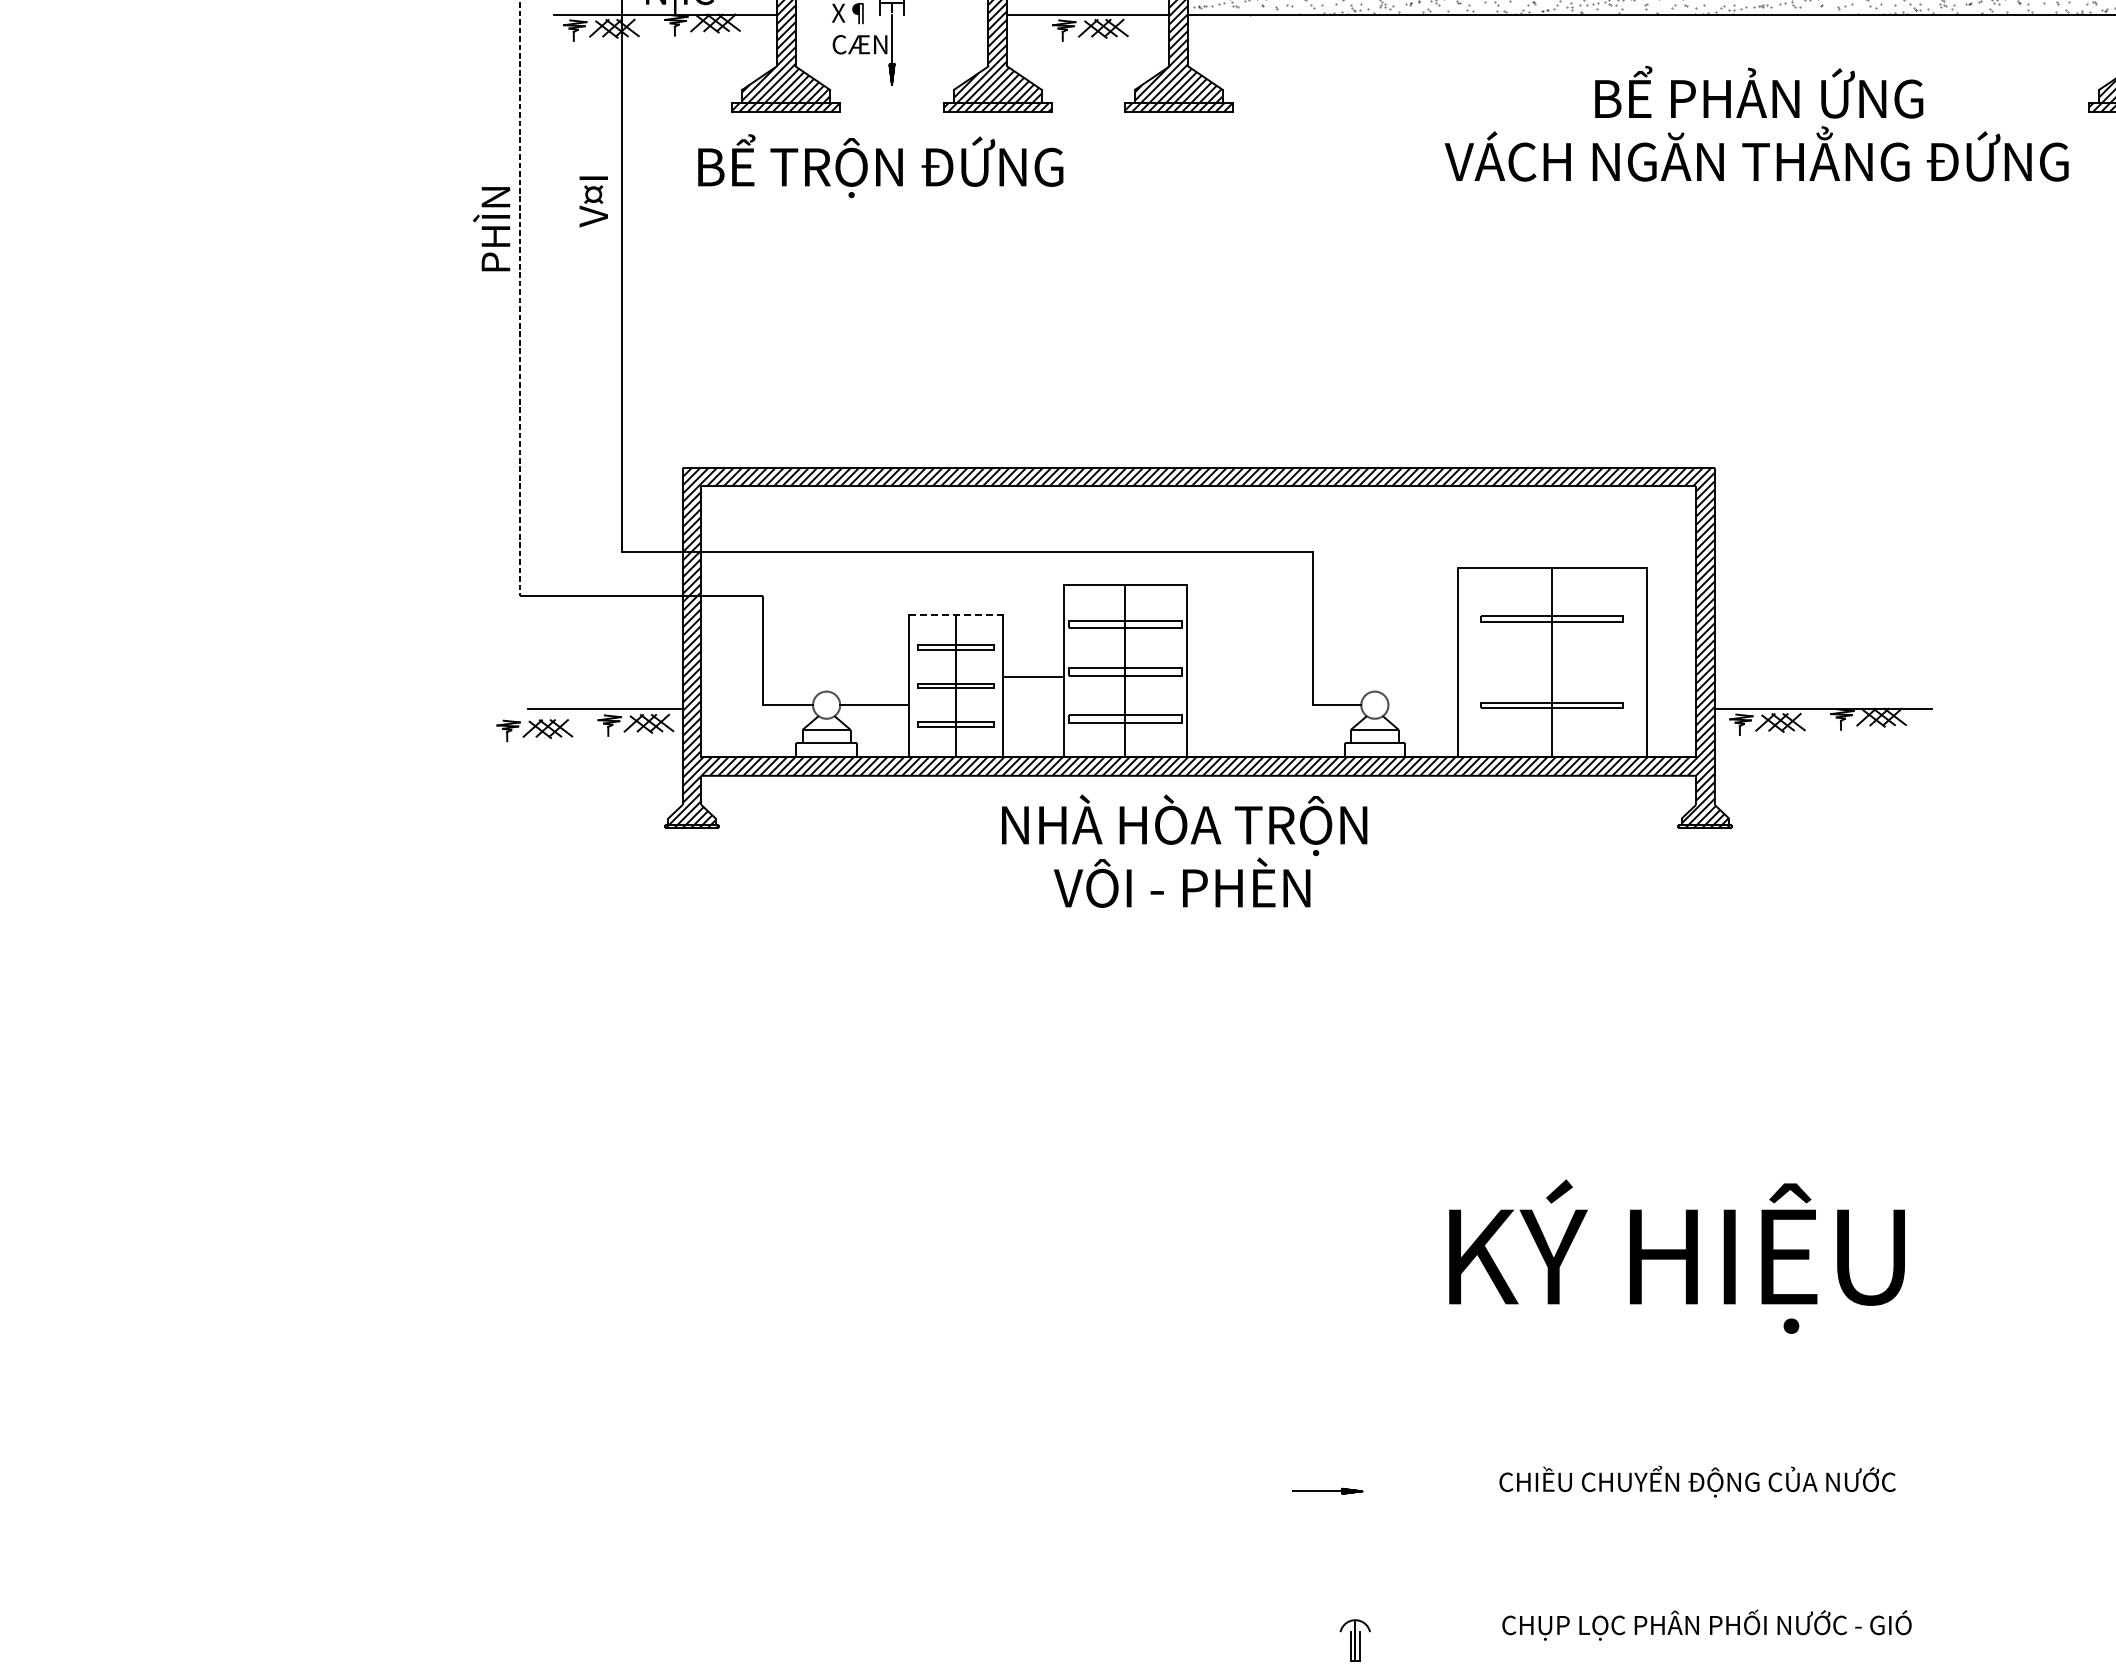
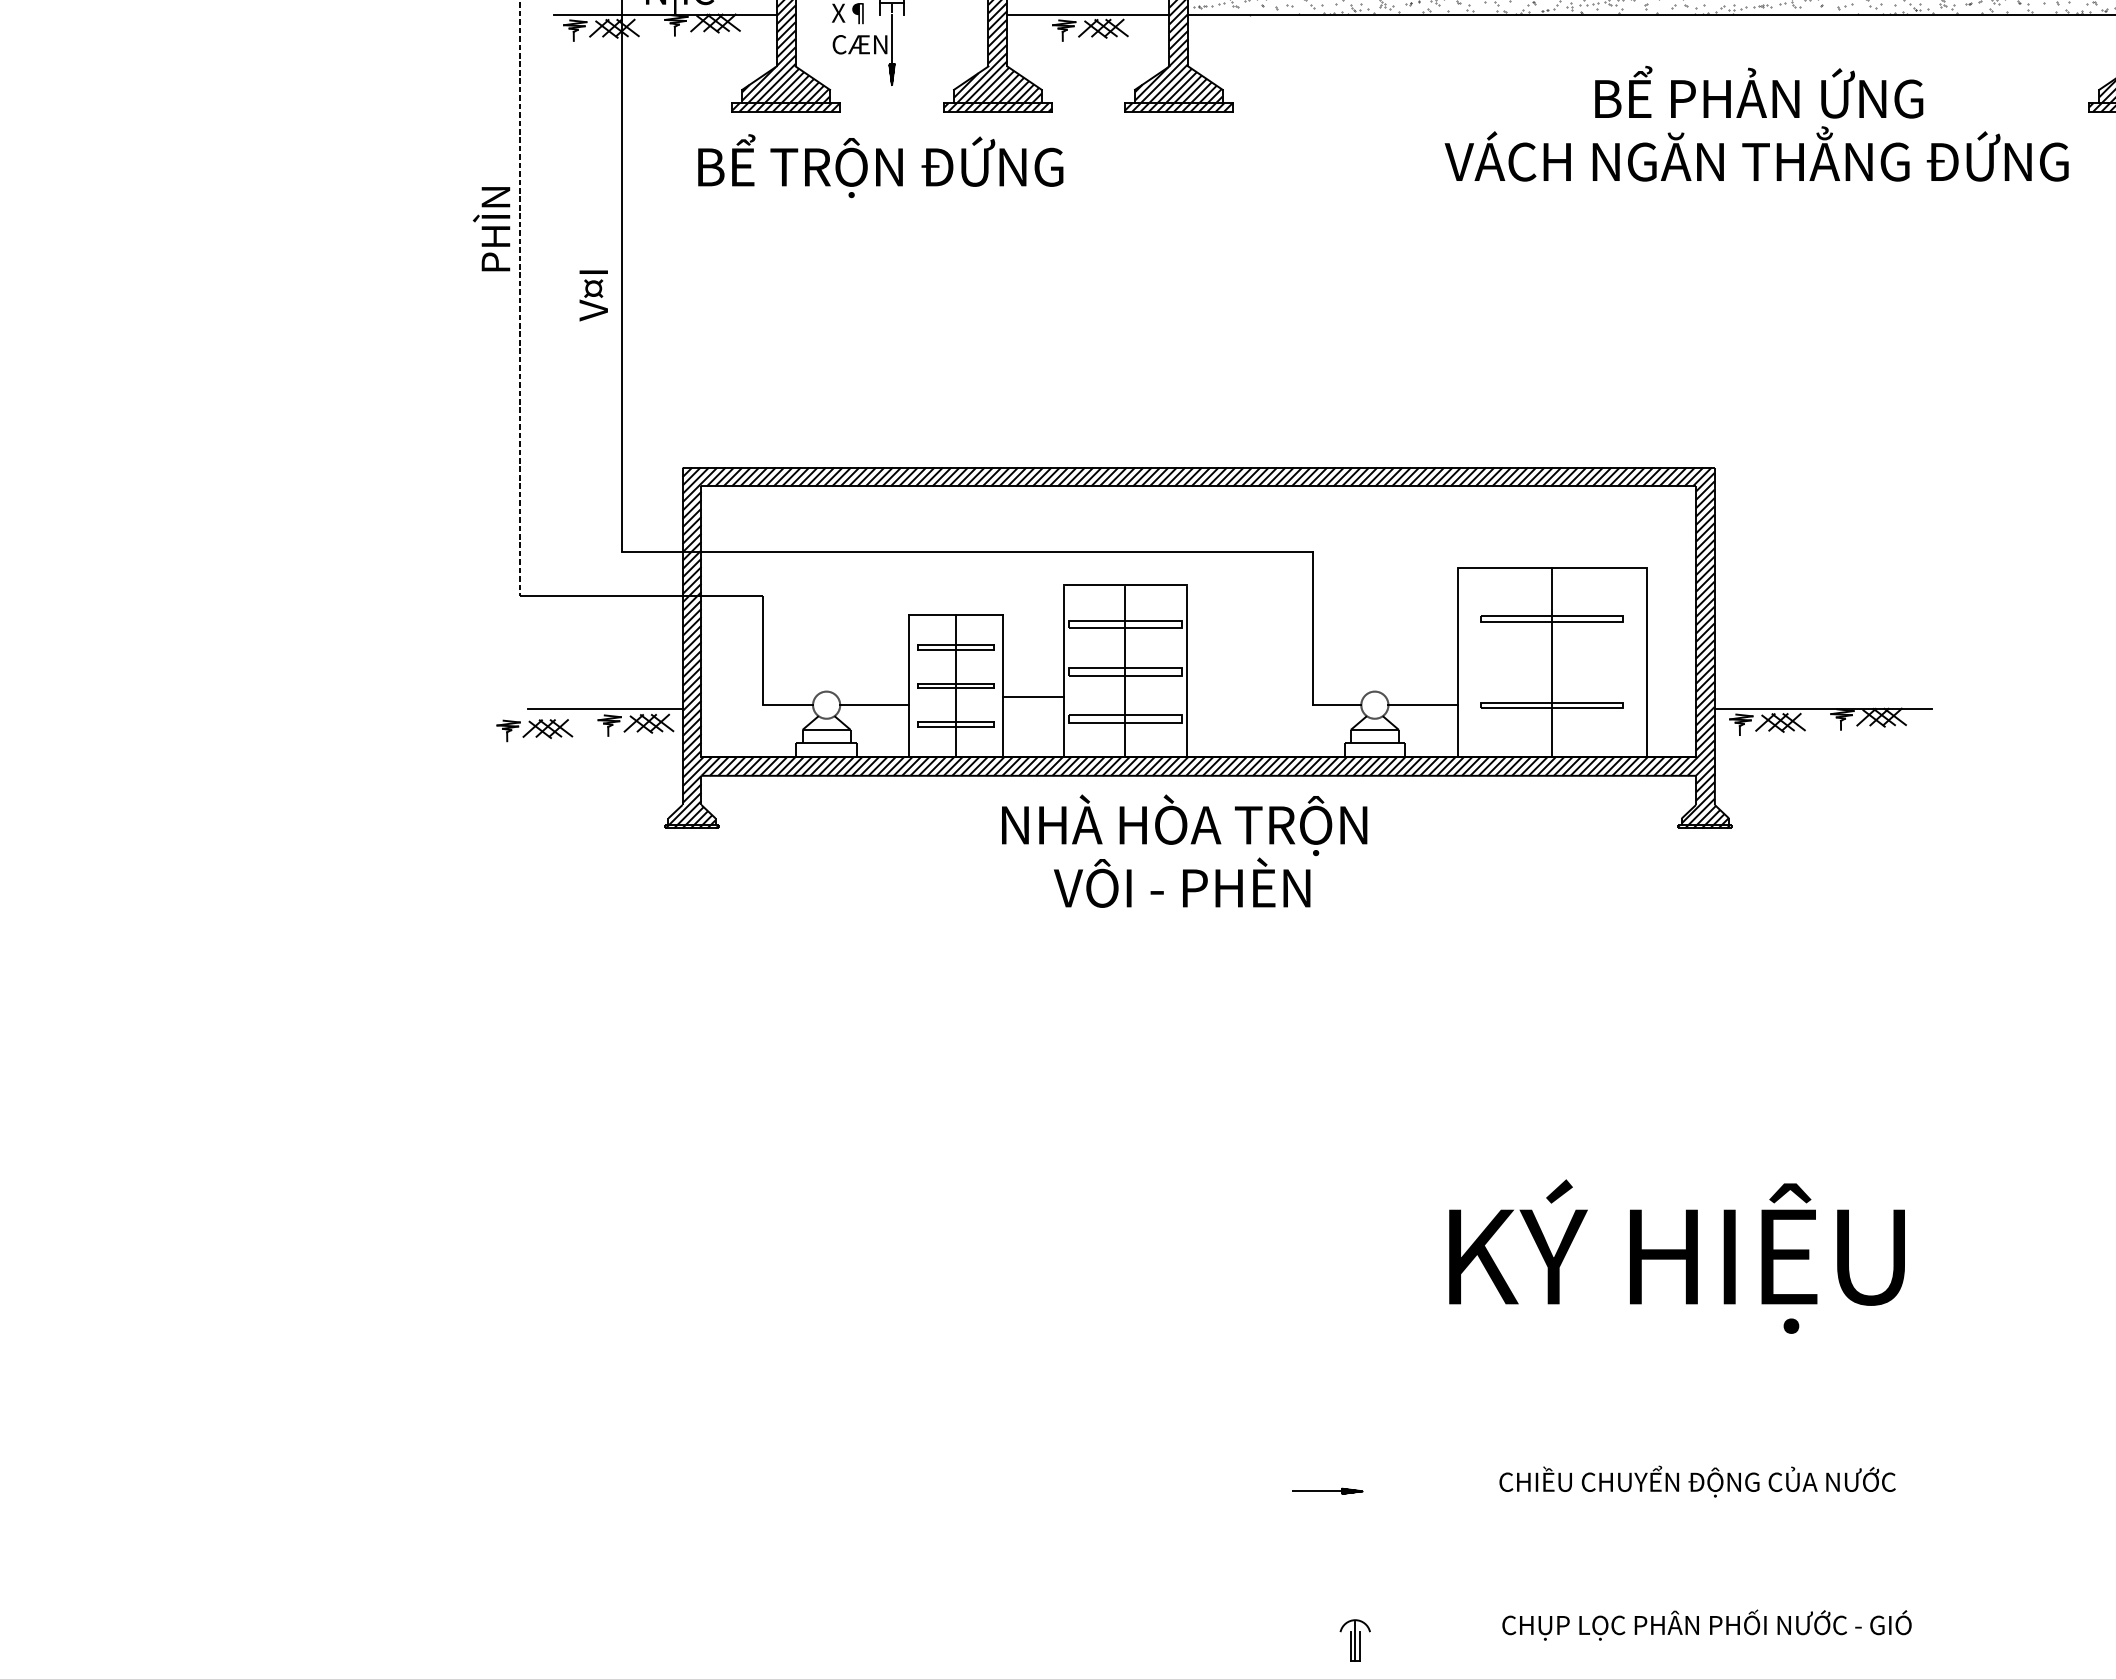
text at (593, 201) position: (593, 201) -> (593, 295)
line at (956, 615): dashed -> solid
line at (1033, 676) position: (1033, 676) -> (1033, 696)
line at (1422, 705): none -> present
